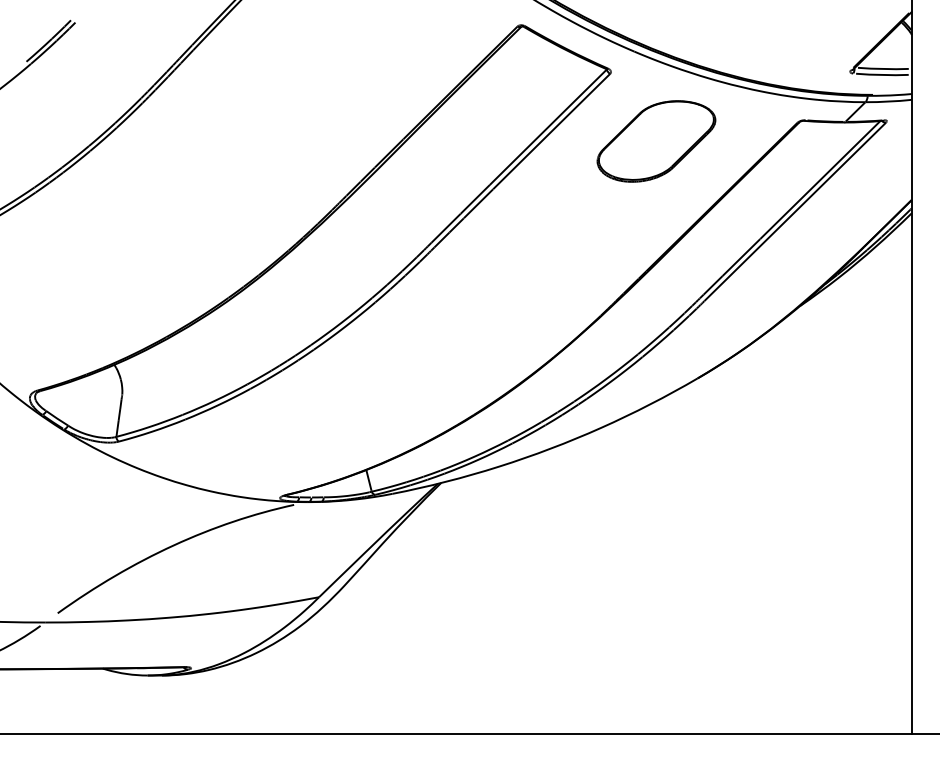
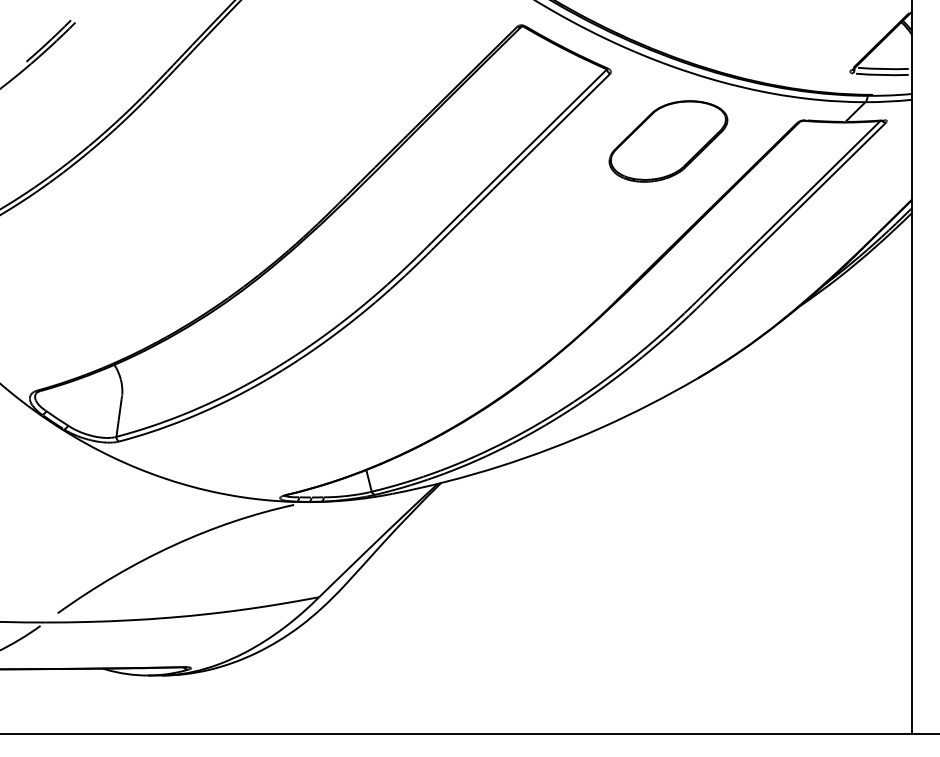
part at (656, 141) position: (656, 141) -> (668, 141)
